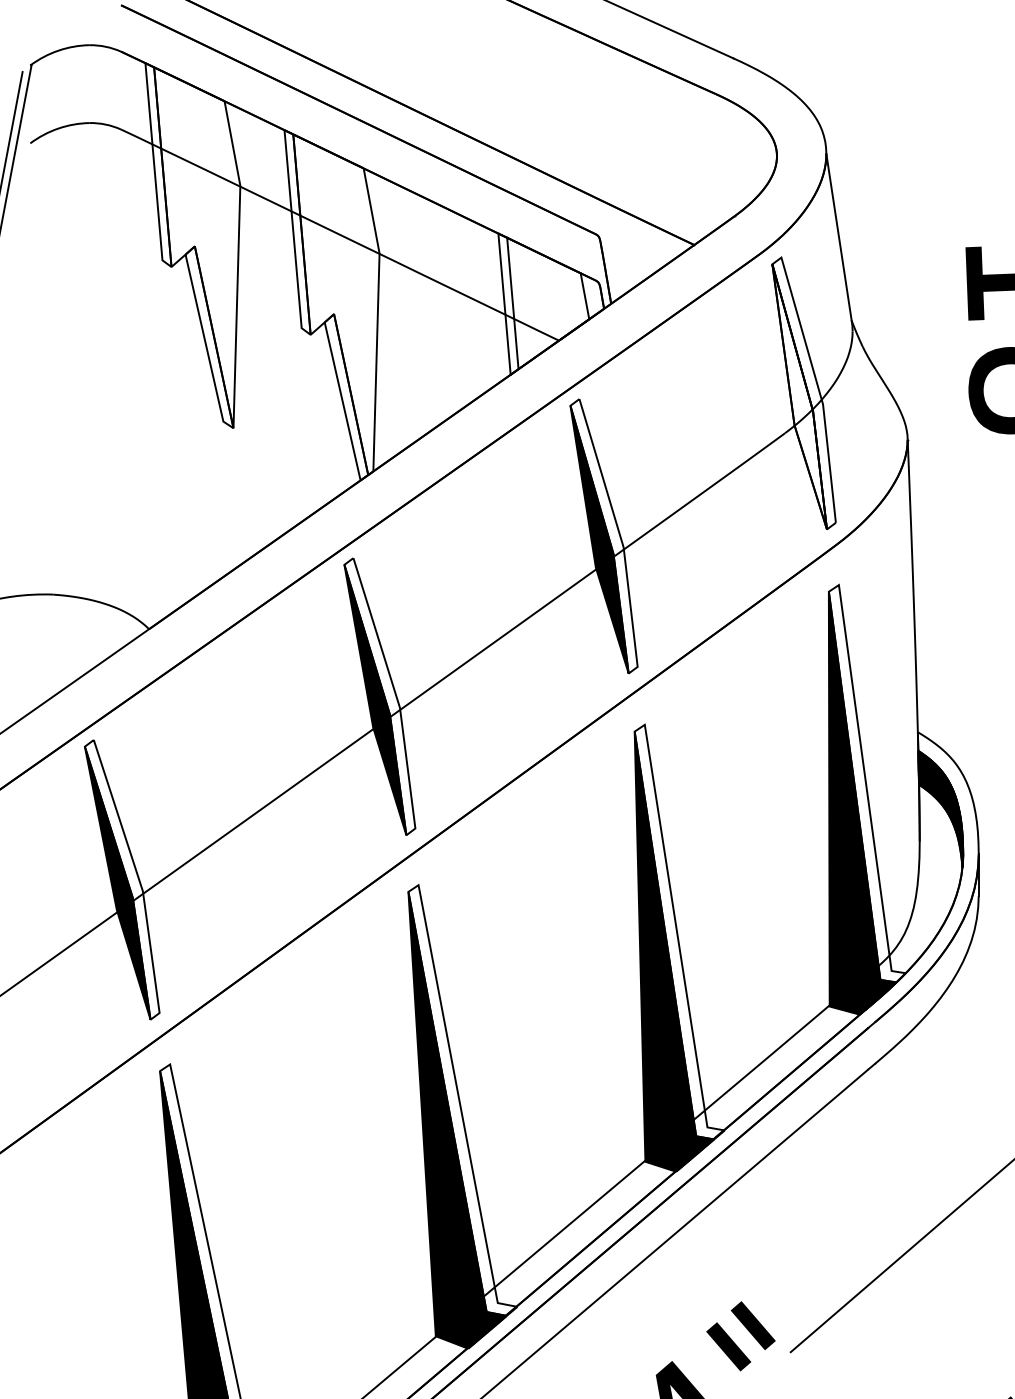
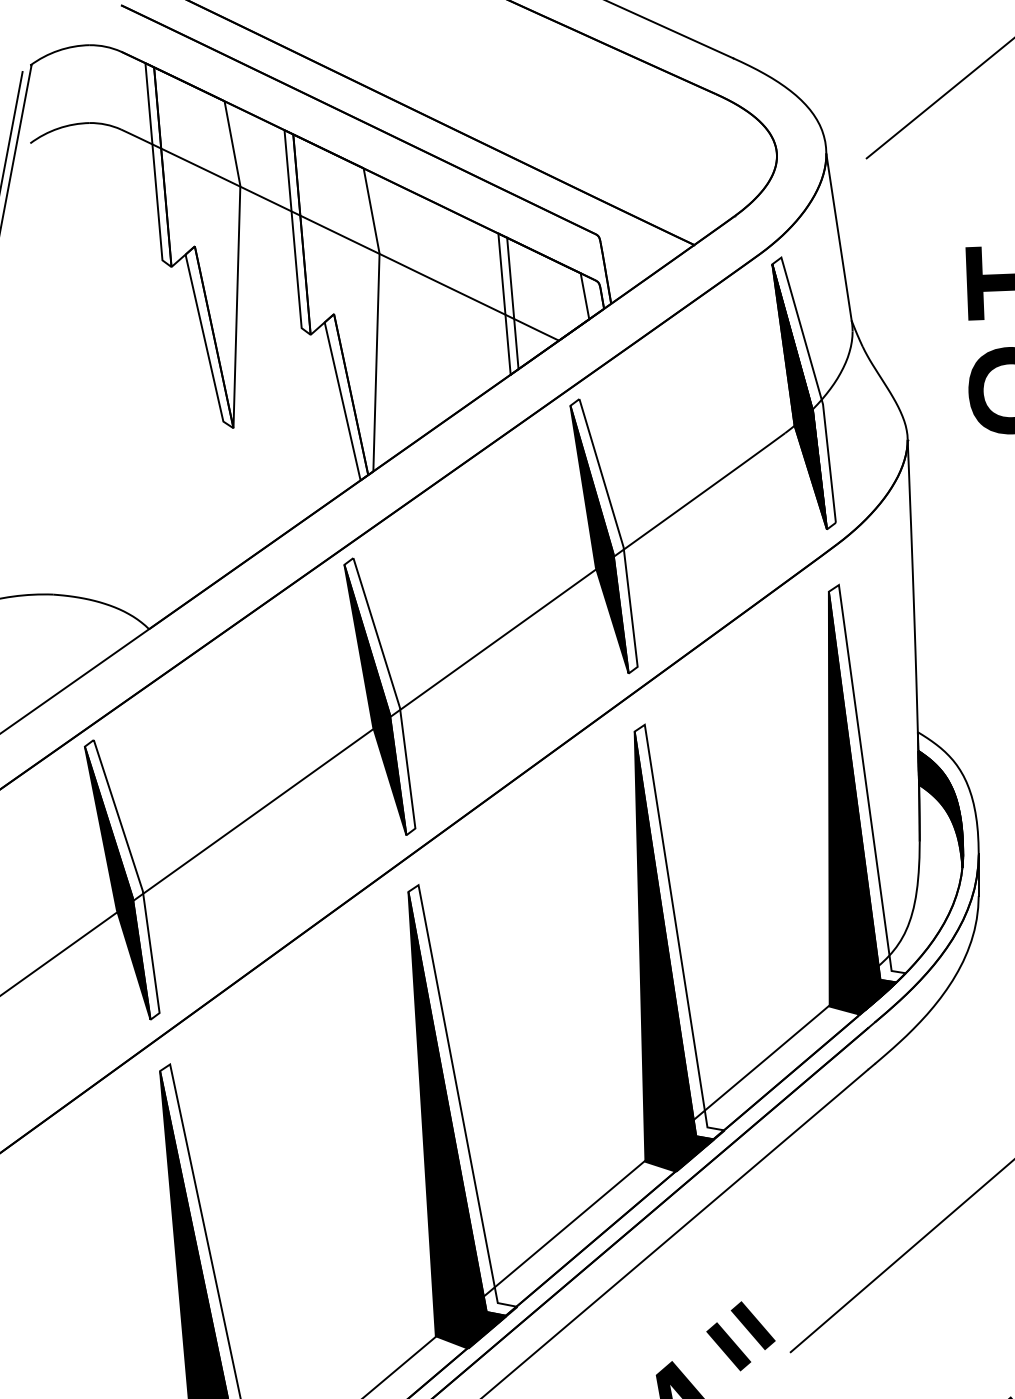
line at (938, 99): none -> present
fill at (799, 396): none -> present
